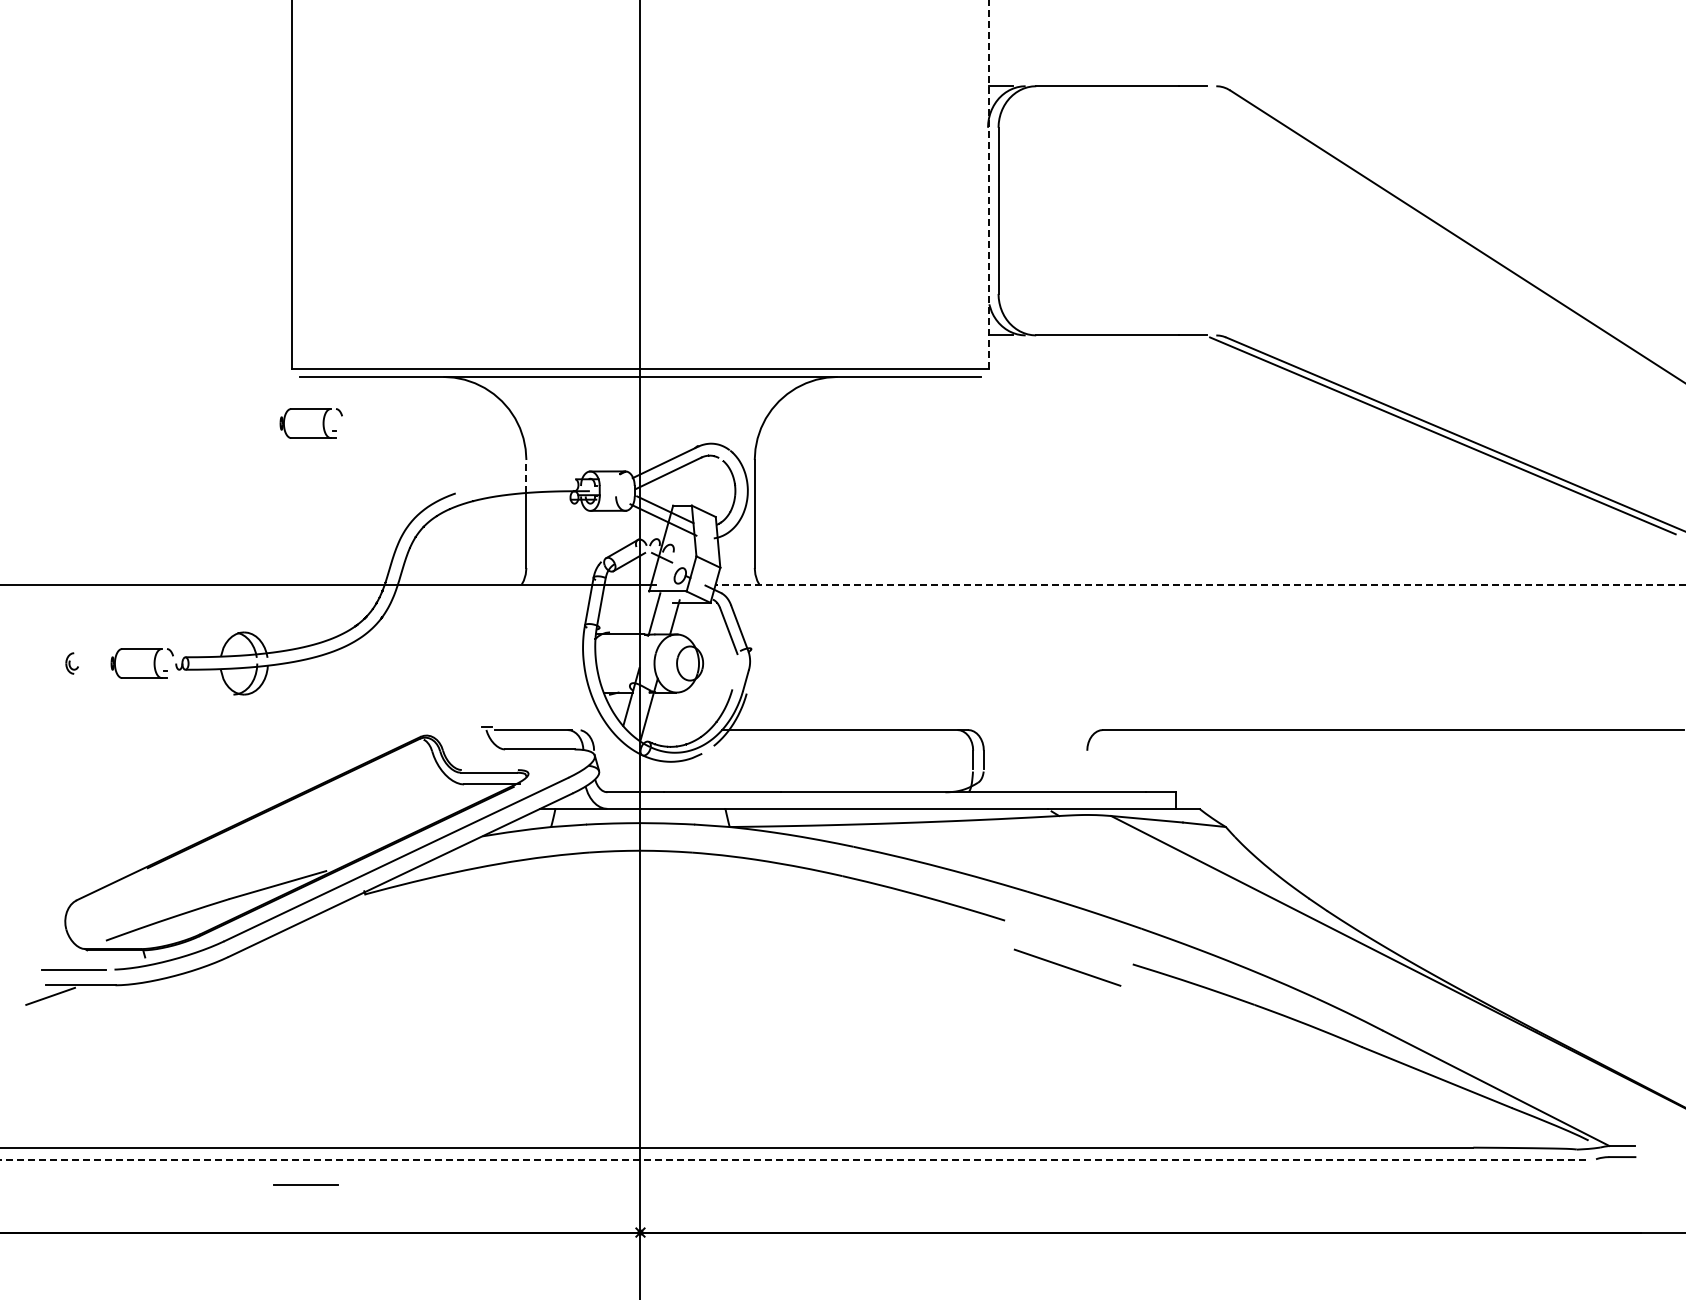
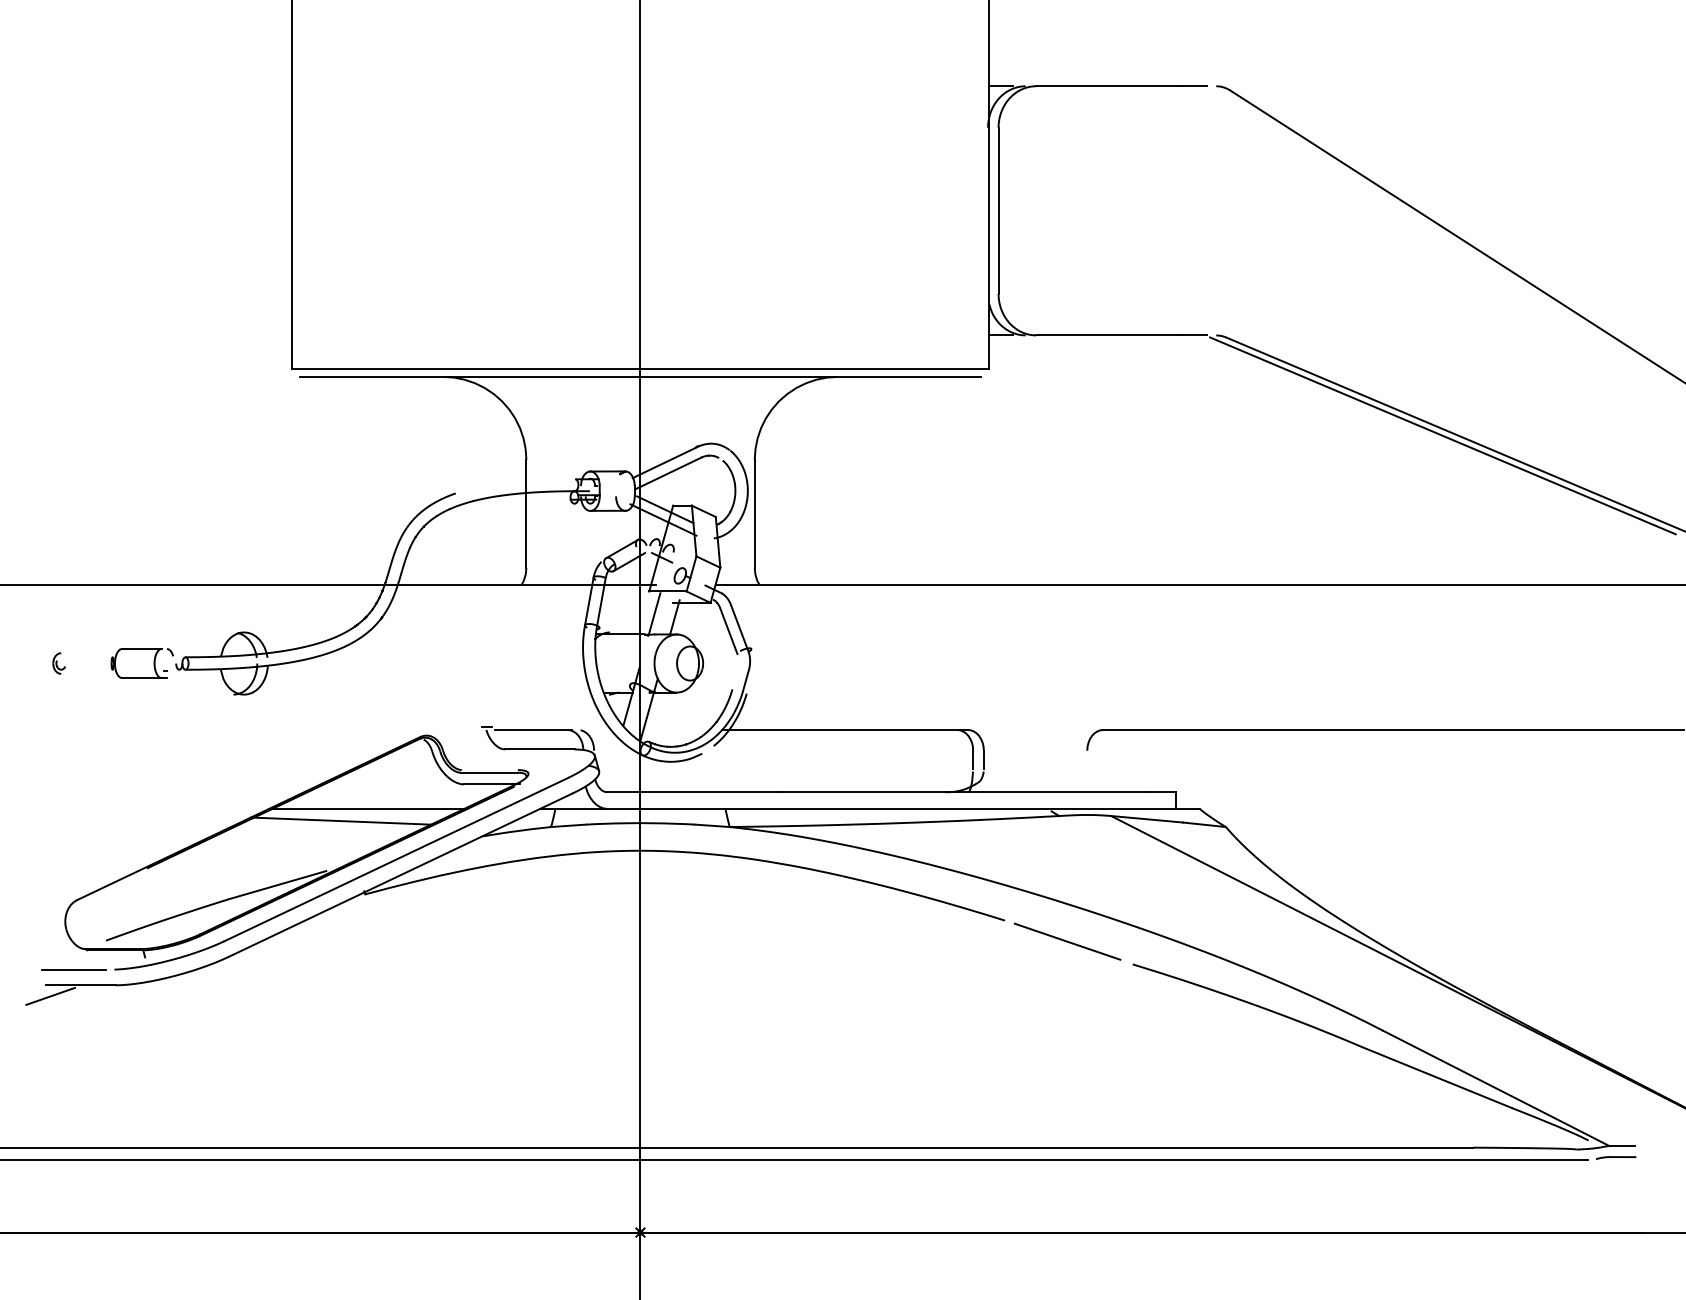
line at (989, 184): dashed -> solid
part at (310, 423): present -> none
line at (526, 475): dashed -> solid
line at (1200, 584): dashed -> solid
part at (71, 663) position: (71, 663) -> (58, 663)
line at (366, 808): none -> present
line at (340, 820): none -> present
line at (1067, 967) position: (1067, 967) -> (1067, 941)
line at (794, 1159): dashed -> solid
line at (305, 1184): present -> none
